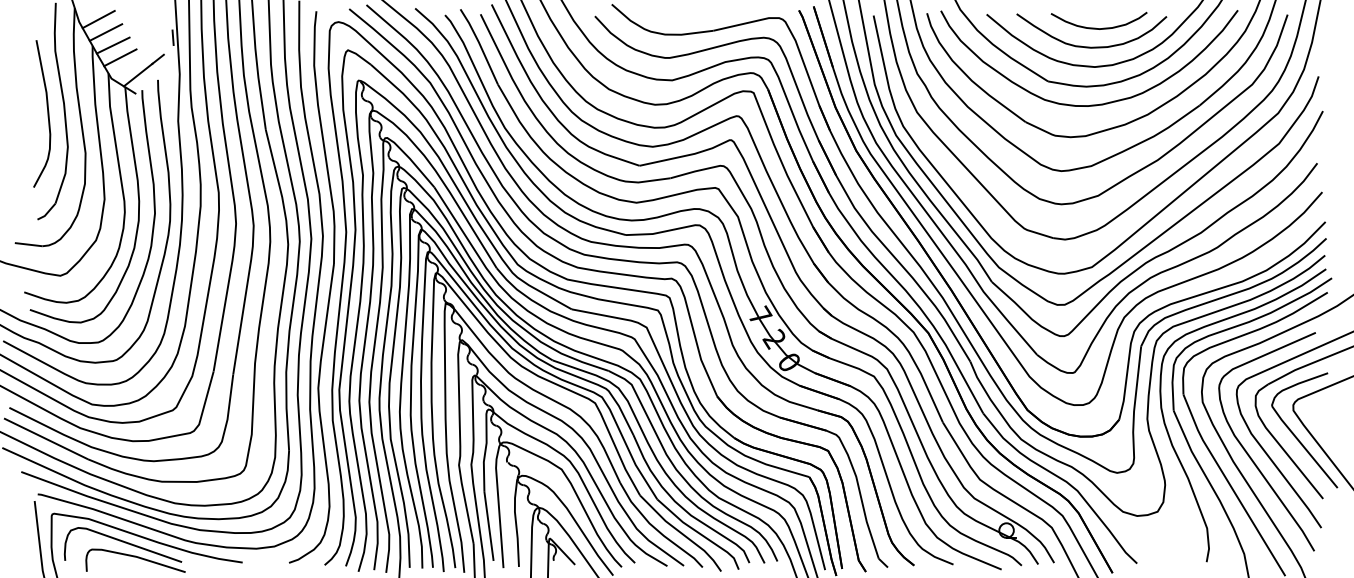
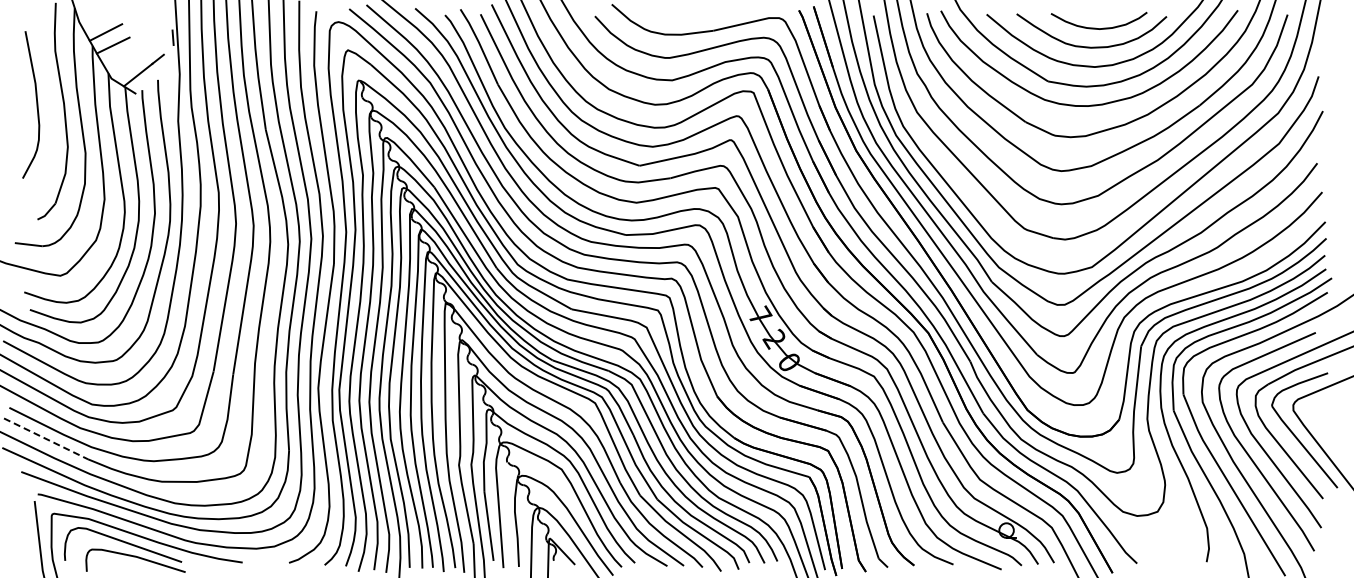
line at (98, 19): present -> none
line at (120, 57): present -> none
curve at (47, 113) position: (47, 113) -> (36, 104)
line at (46, 438): solid -> dashed
